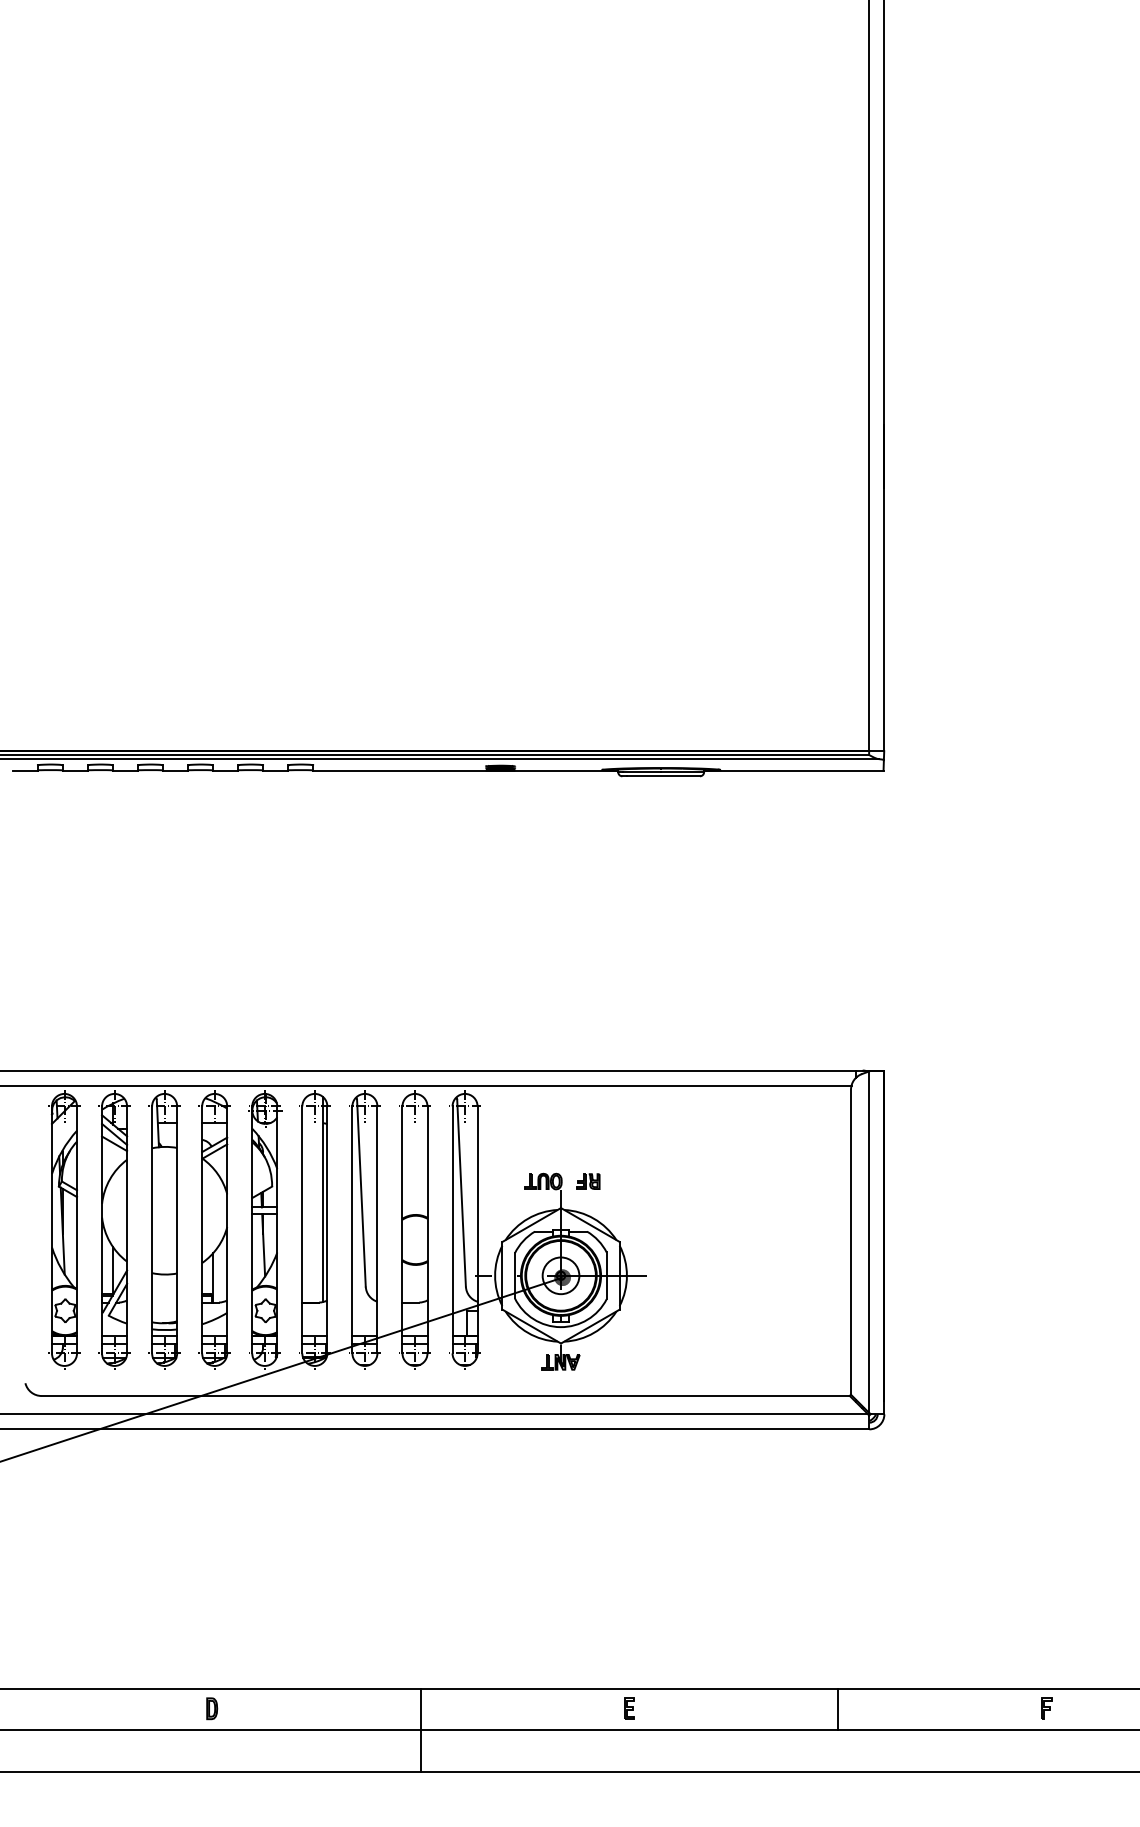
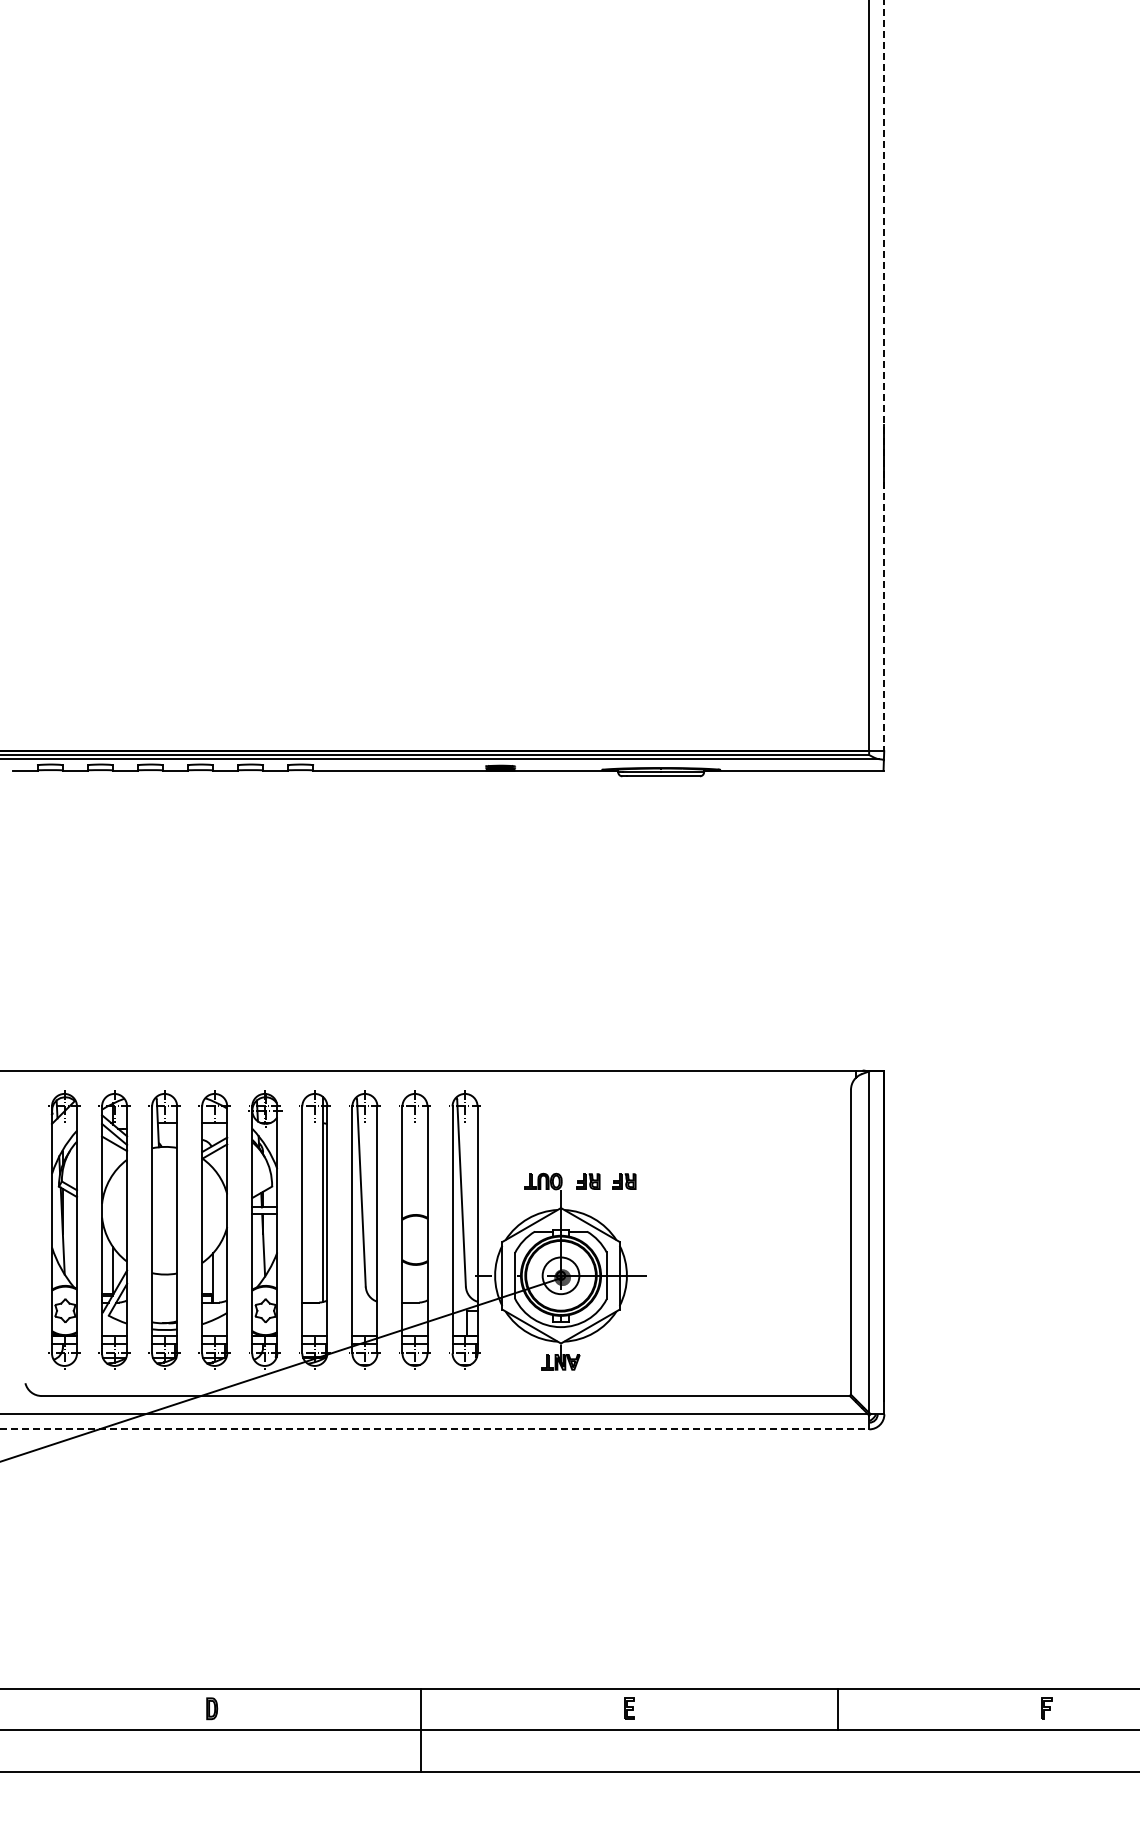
line at (884, 376): solid -> dashed
line at (426, 1085): present -> none
part at (624, 1181): none -> present
line at (435, 1429): solid -> dashed
